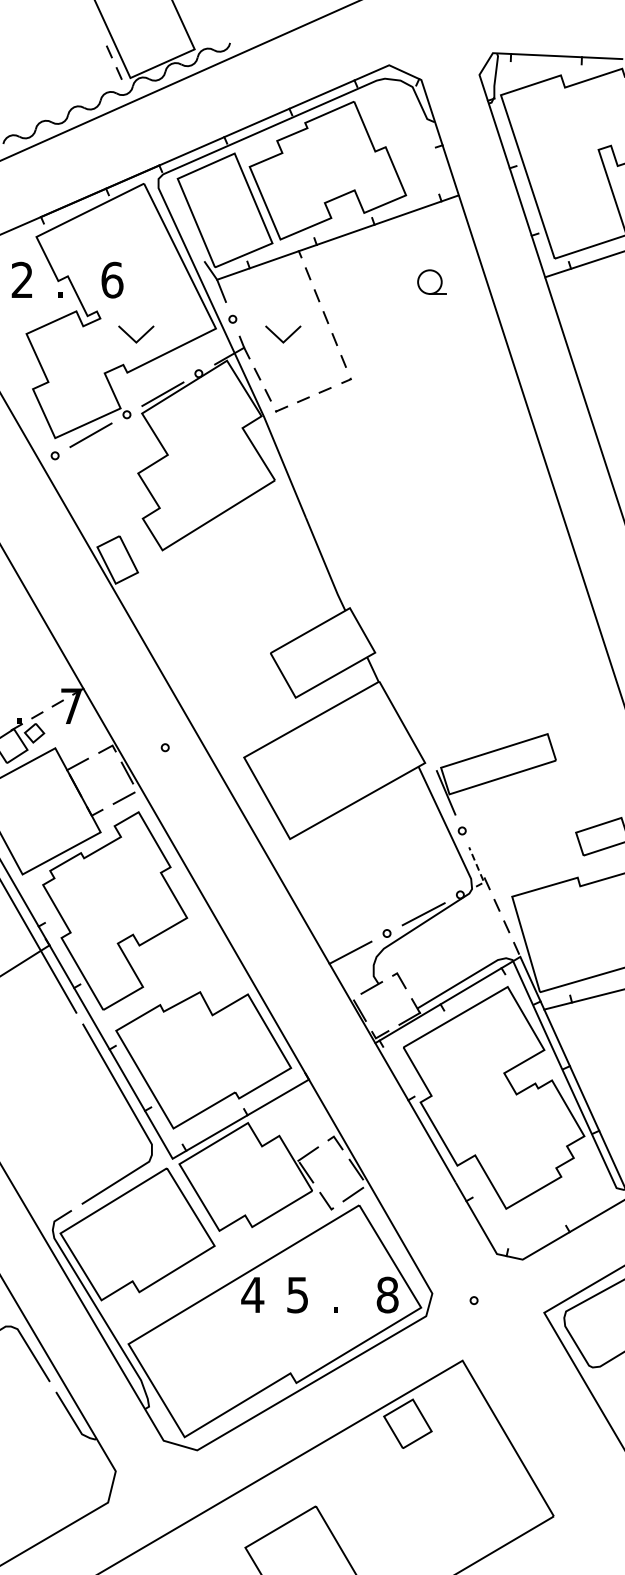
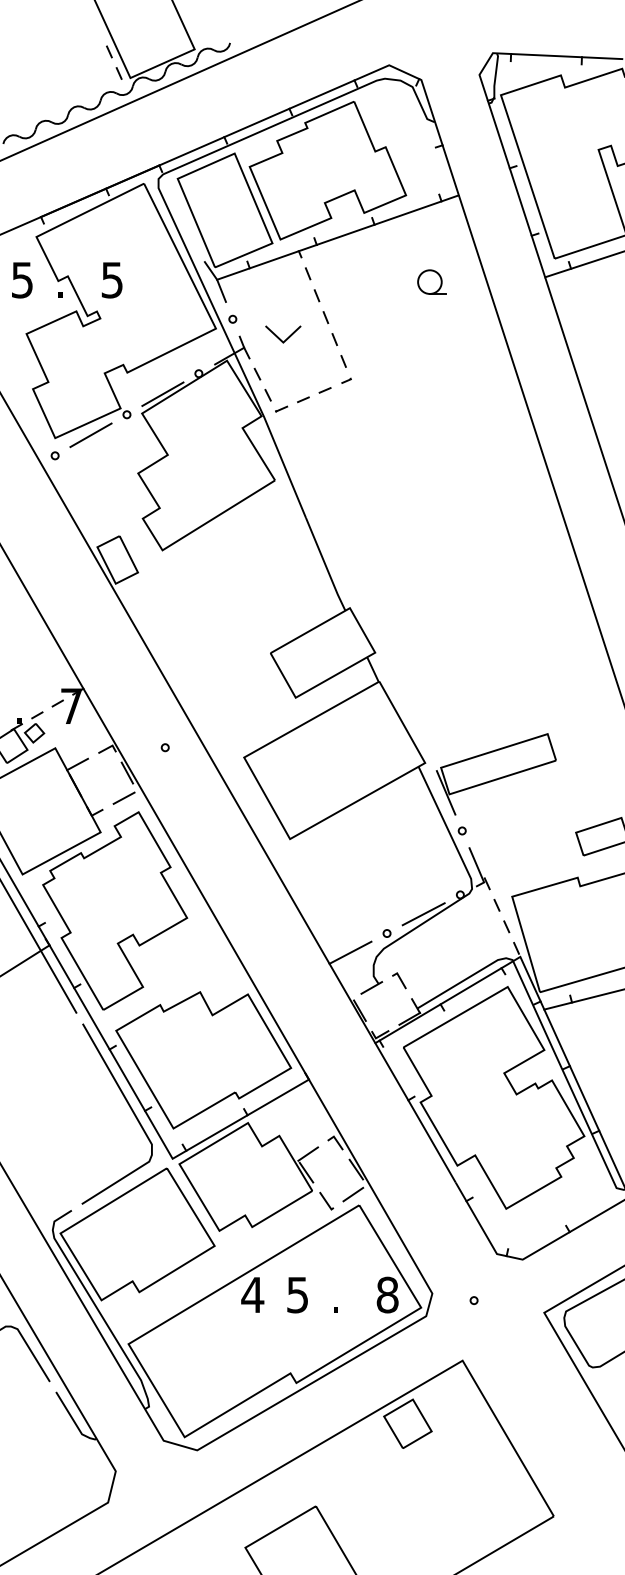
text at (21, 279): 2 -> 5
text at (112, 279): 6 -> 5
line at (132, 337): present -> none
line at (478, 869): dashed -> solid
